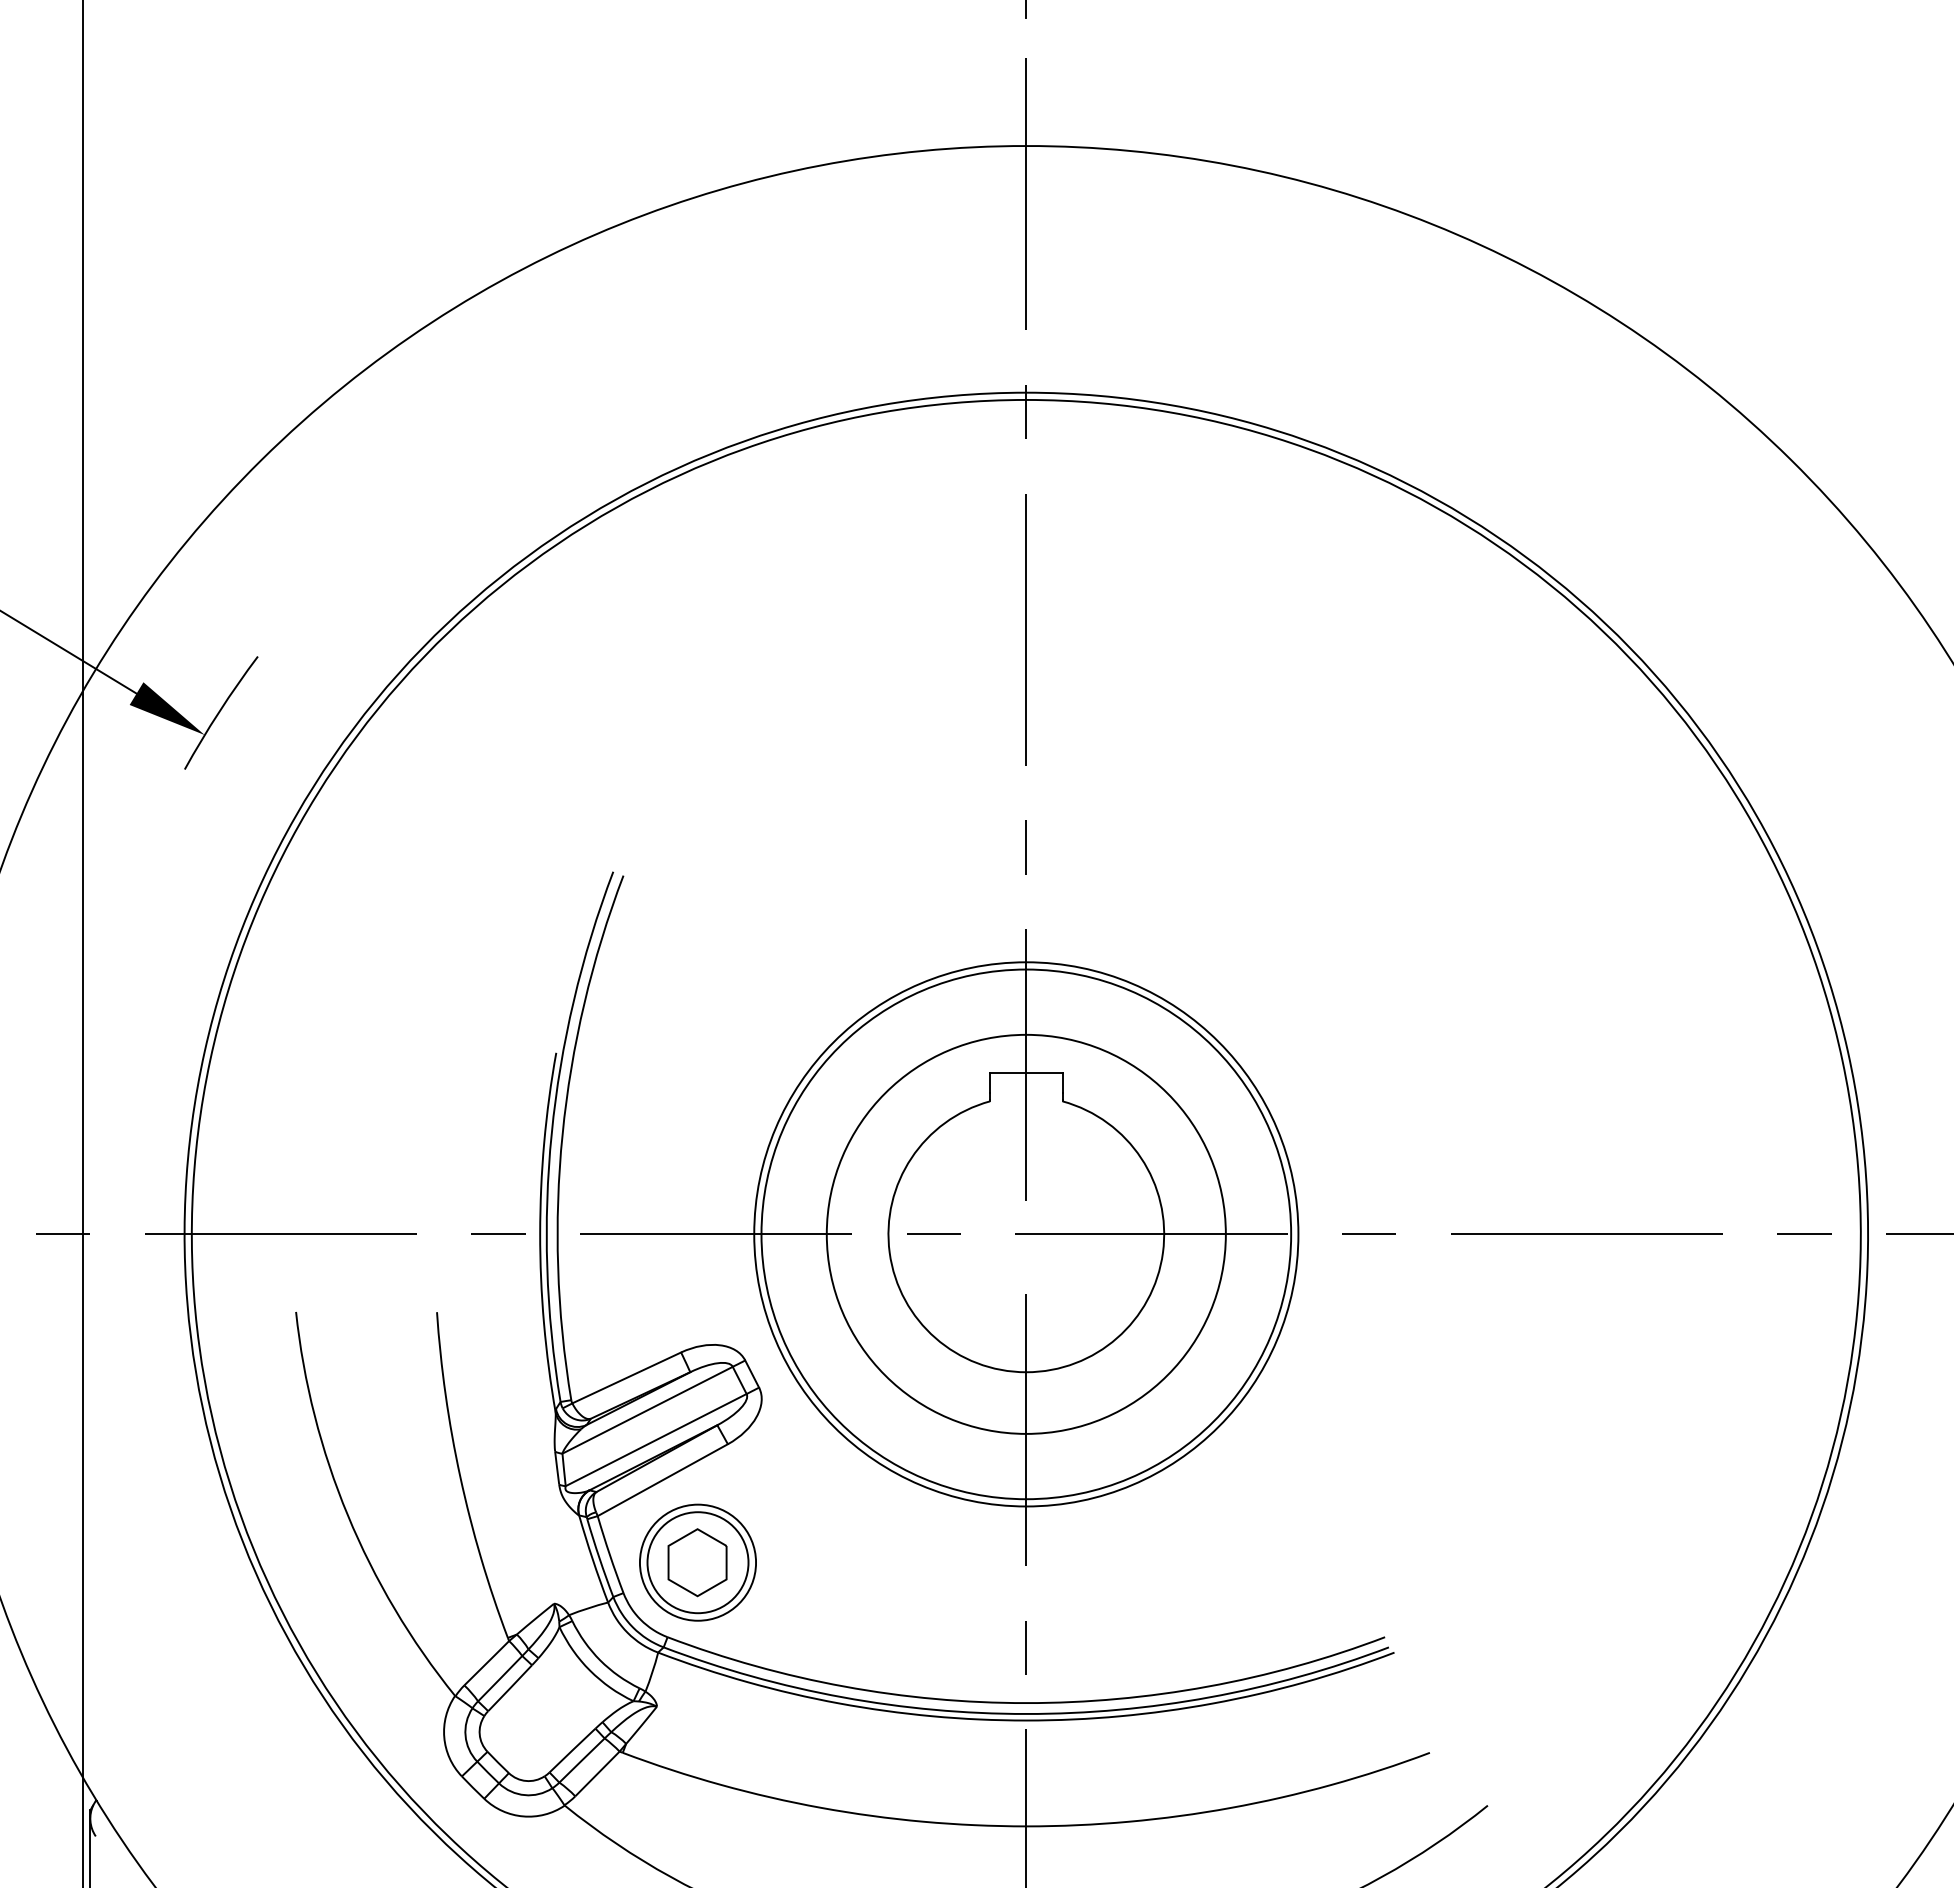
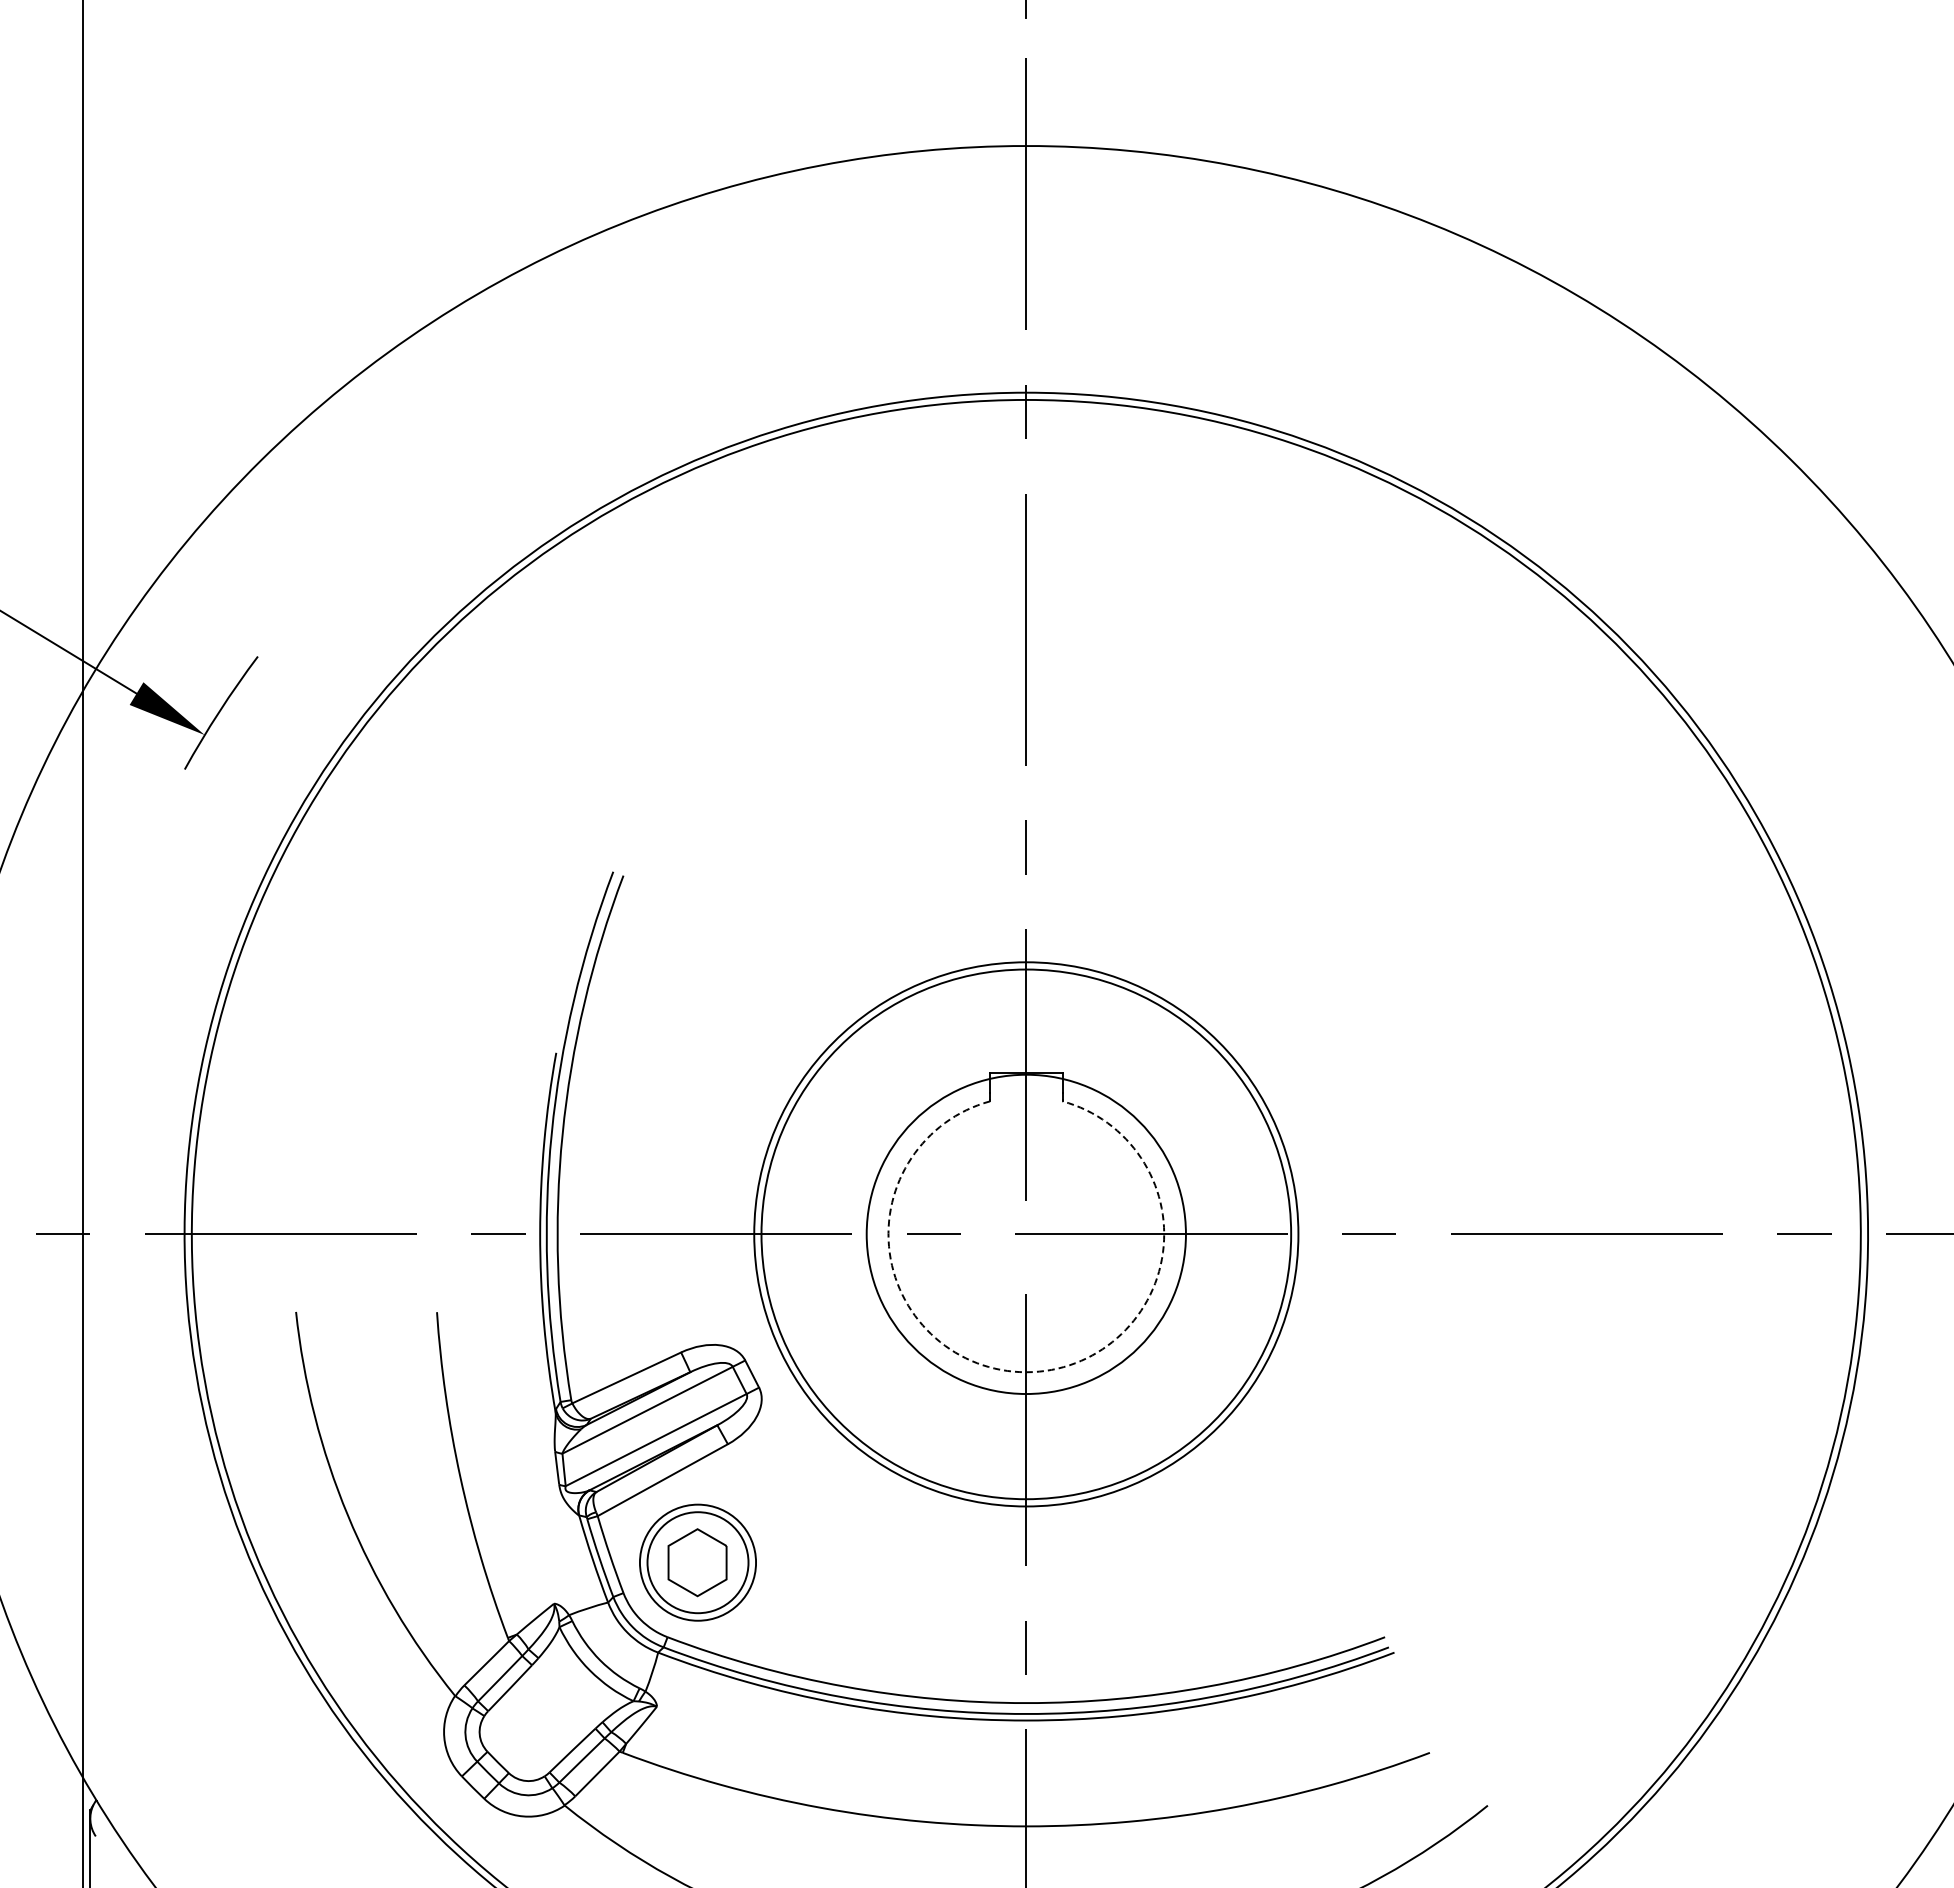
circle at (1025, 1233) diameter: 399 px -> 319 px
arc at (1026, 1372): solid -> dashed
